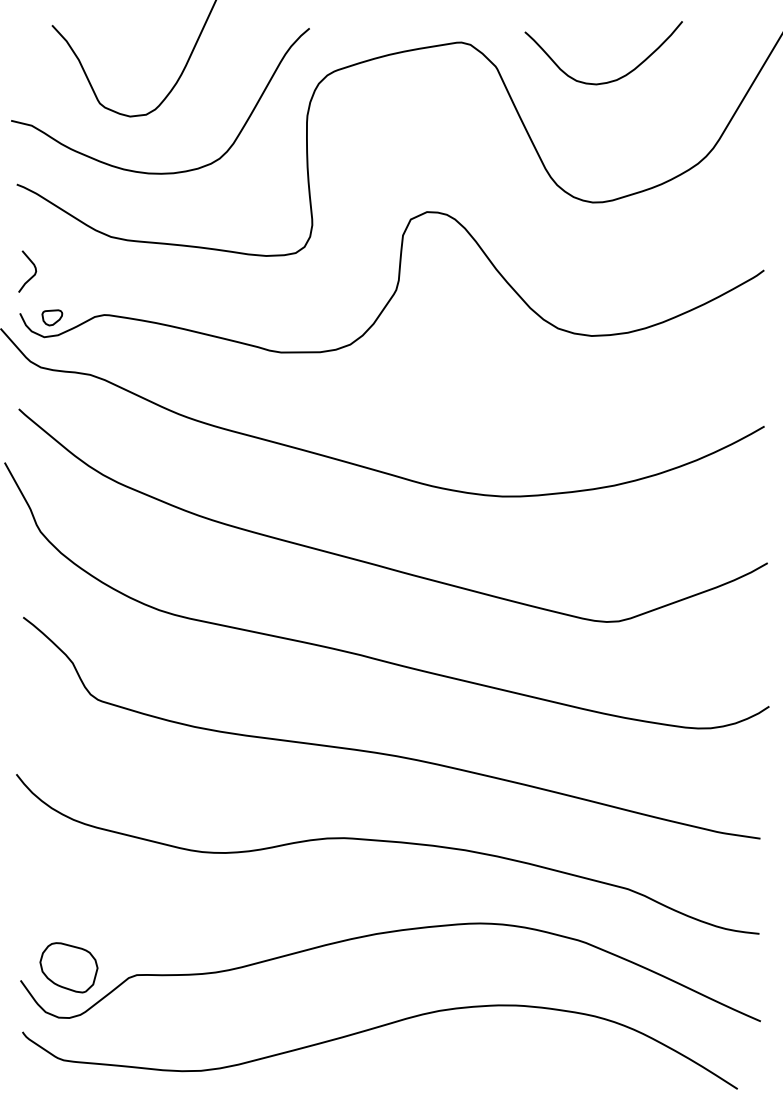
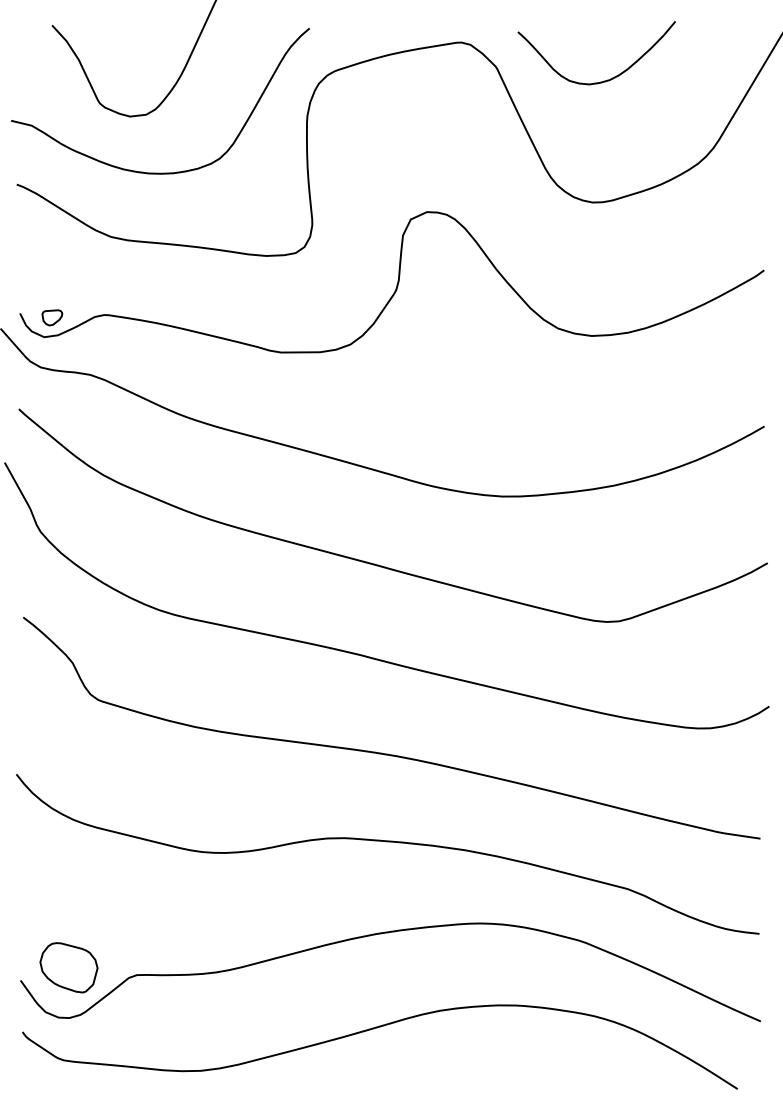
curve at (611, 80) position: (611, 80) -> (604, 80)
curve at (32, 275): present -> none
